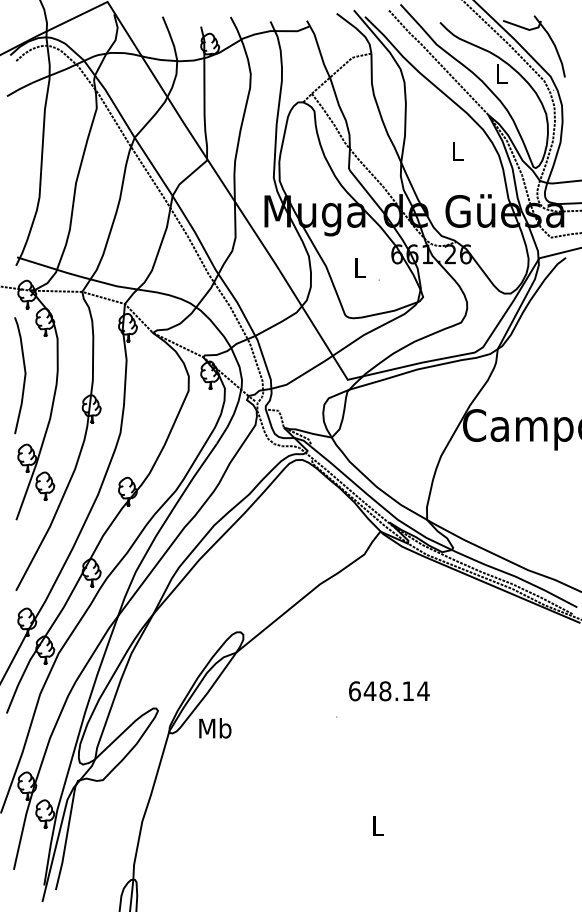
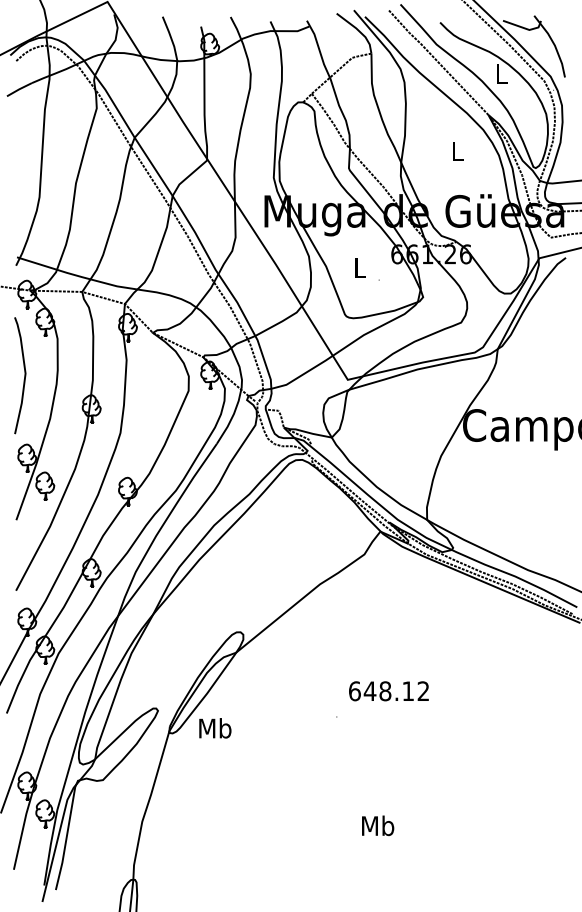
text at (423, 690): 648.14 -> 648.12
text at (378, 825): L -> Mb
